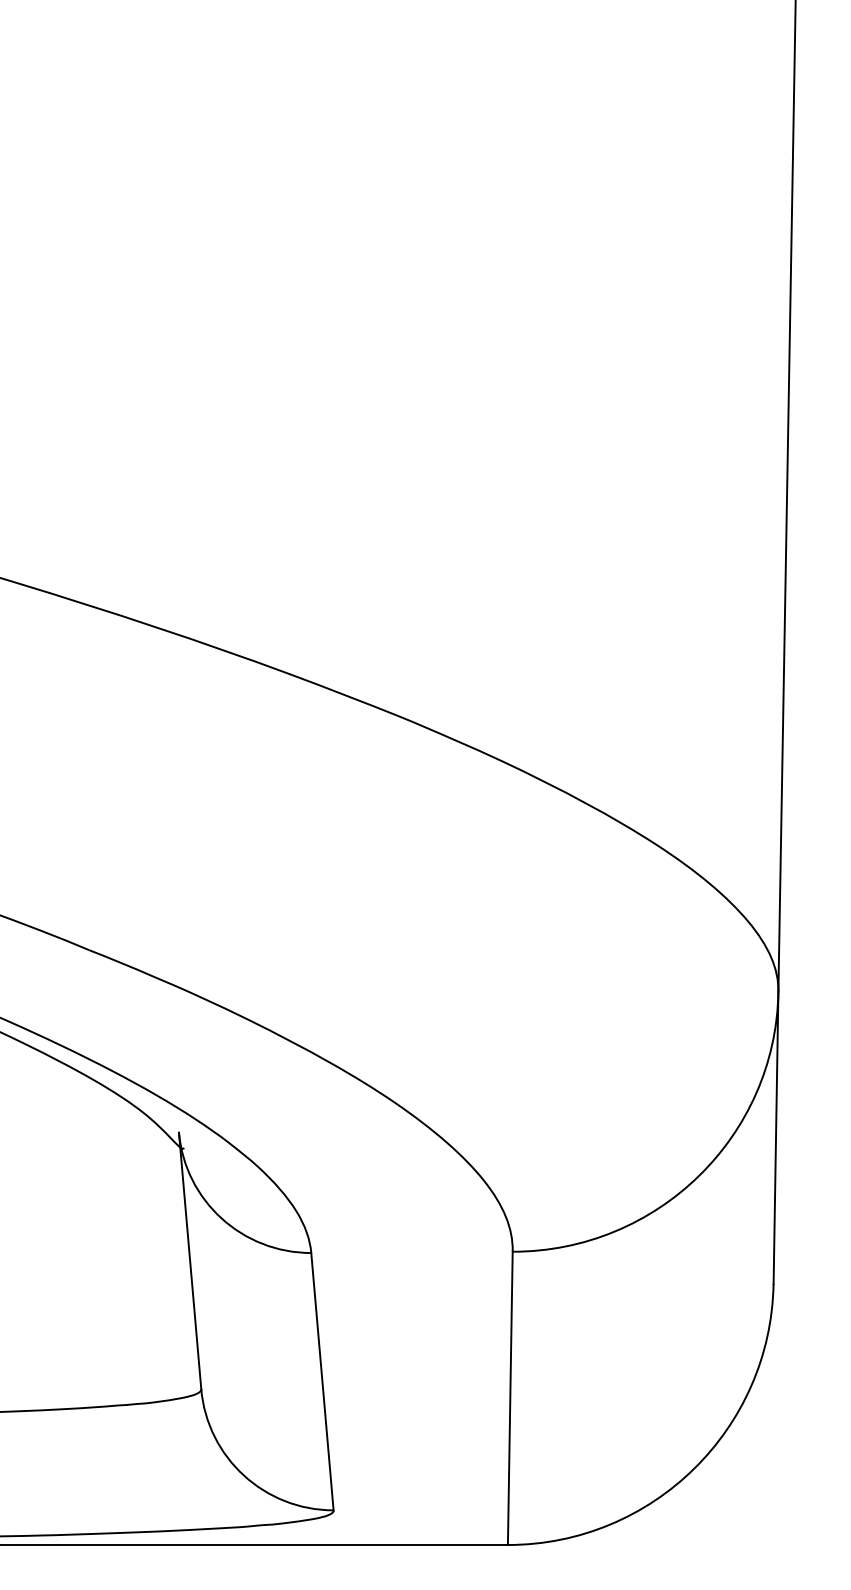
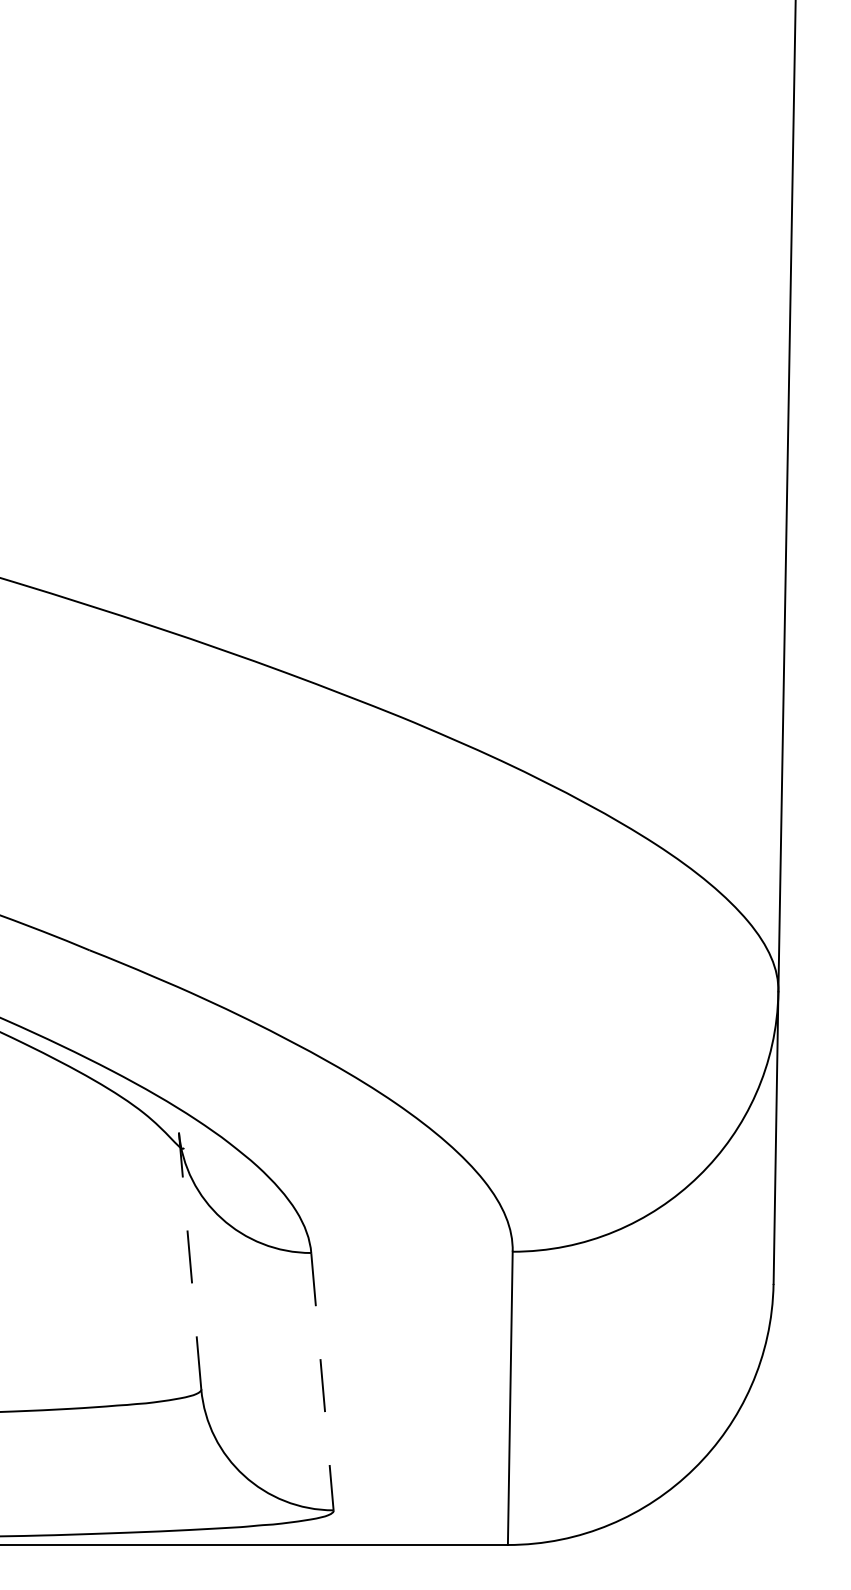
line at (190, 1260): solid -> dashed
line at (322, 1382): solid -> dashed
